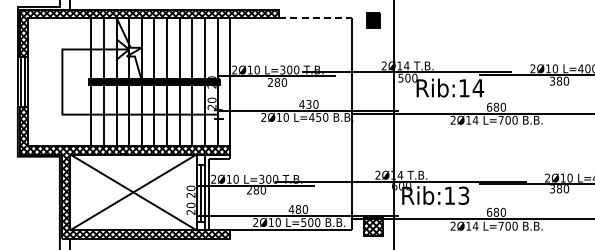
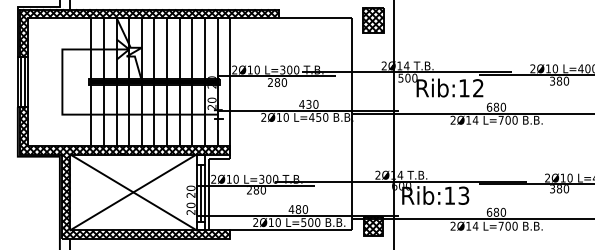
line at (315, 17): dashed -> solid
part at (373, 20) size: 15x17 px -> 23x27 px
text at (478, 88): Rib:14 -> Rib:12
